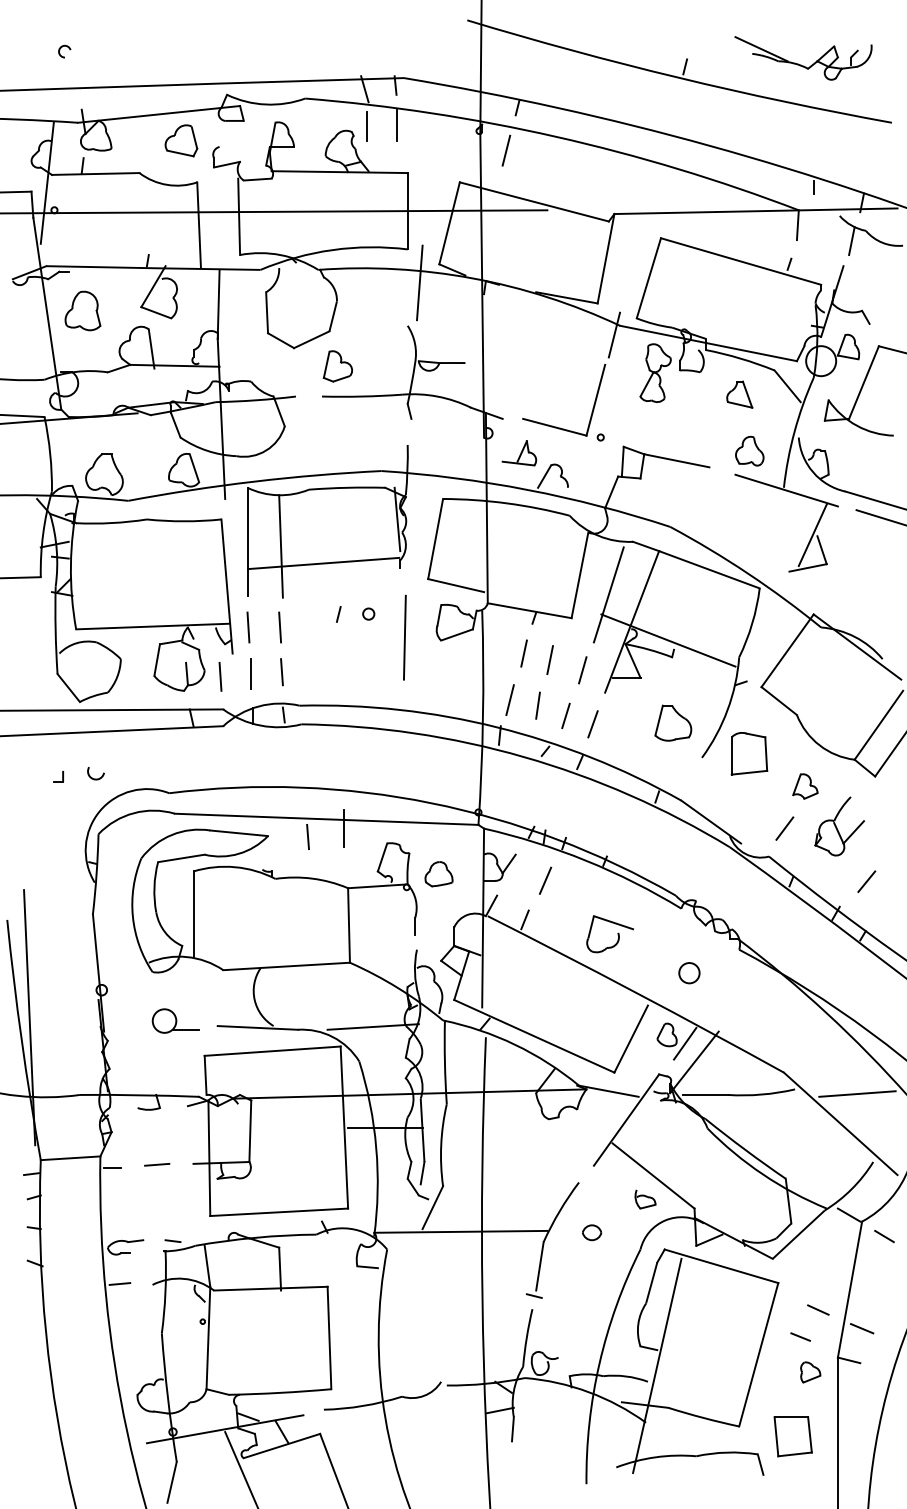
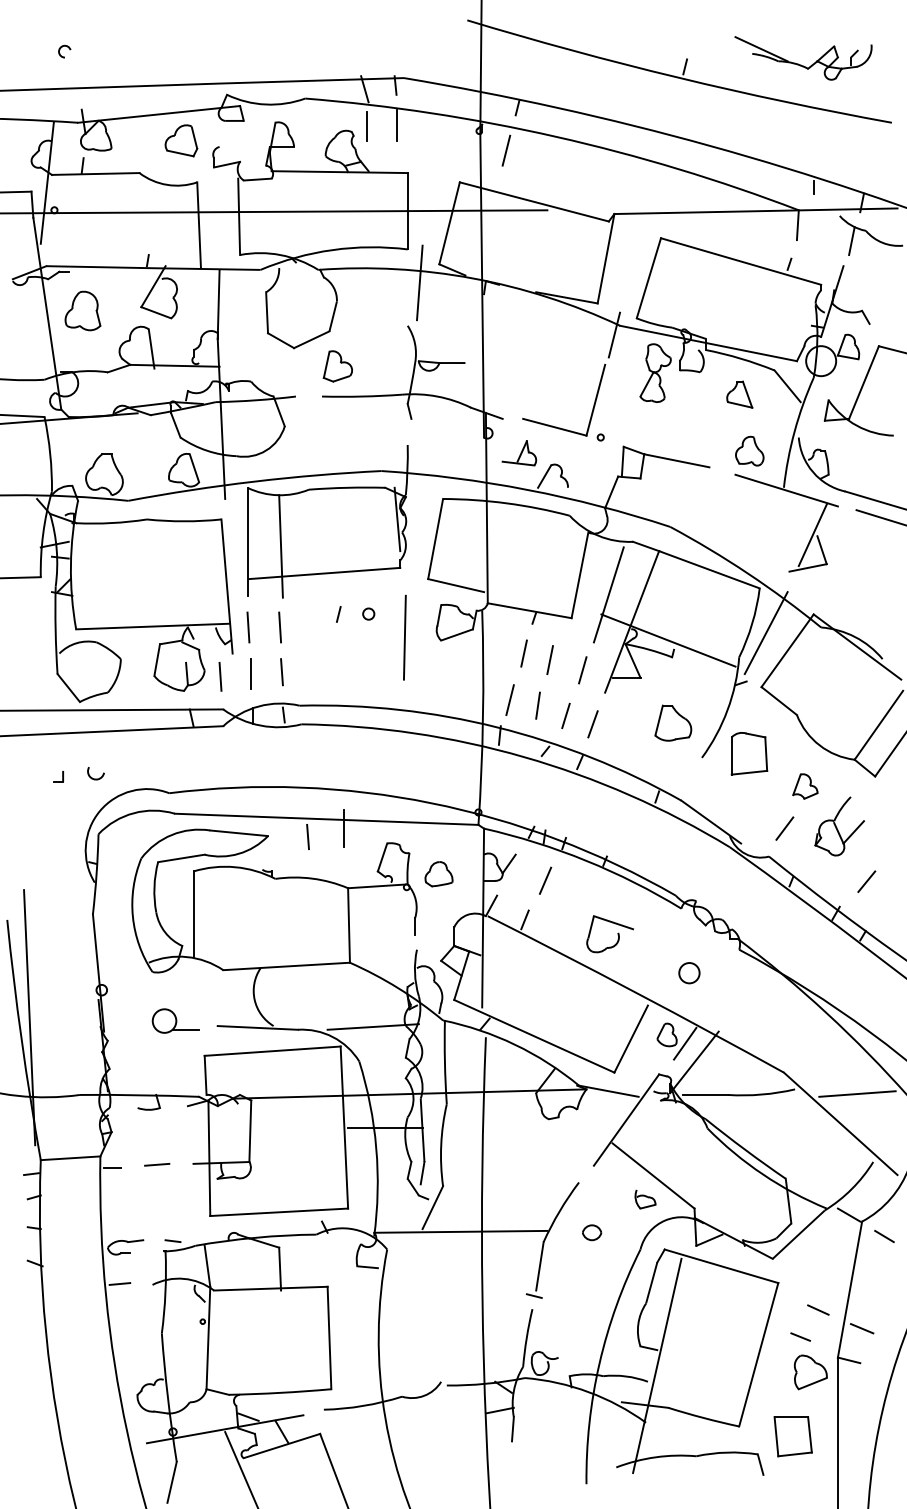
line at (323, 563) position: (323, 563) -> (324, 573)
line at (765, 633): none -> present
part at (810, 1372) size: 22x23 px -> 35x37 px
